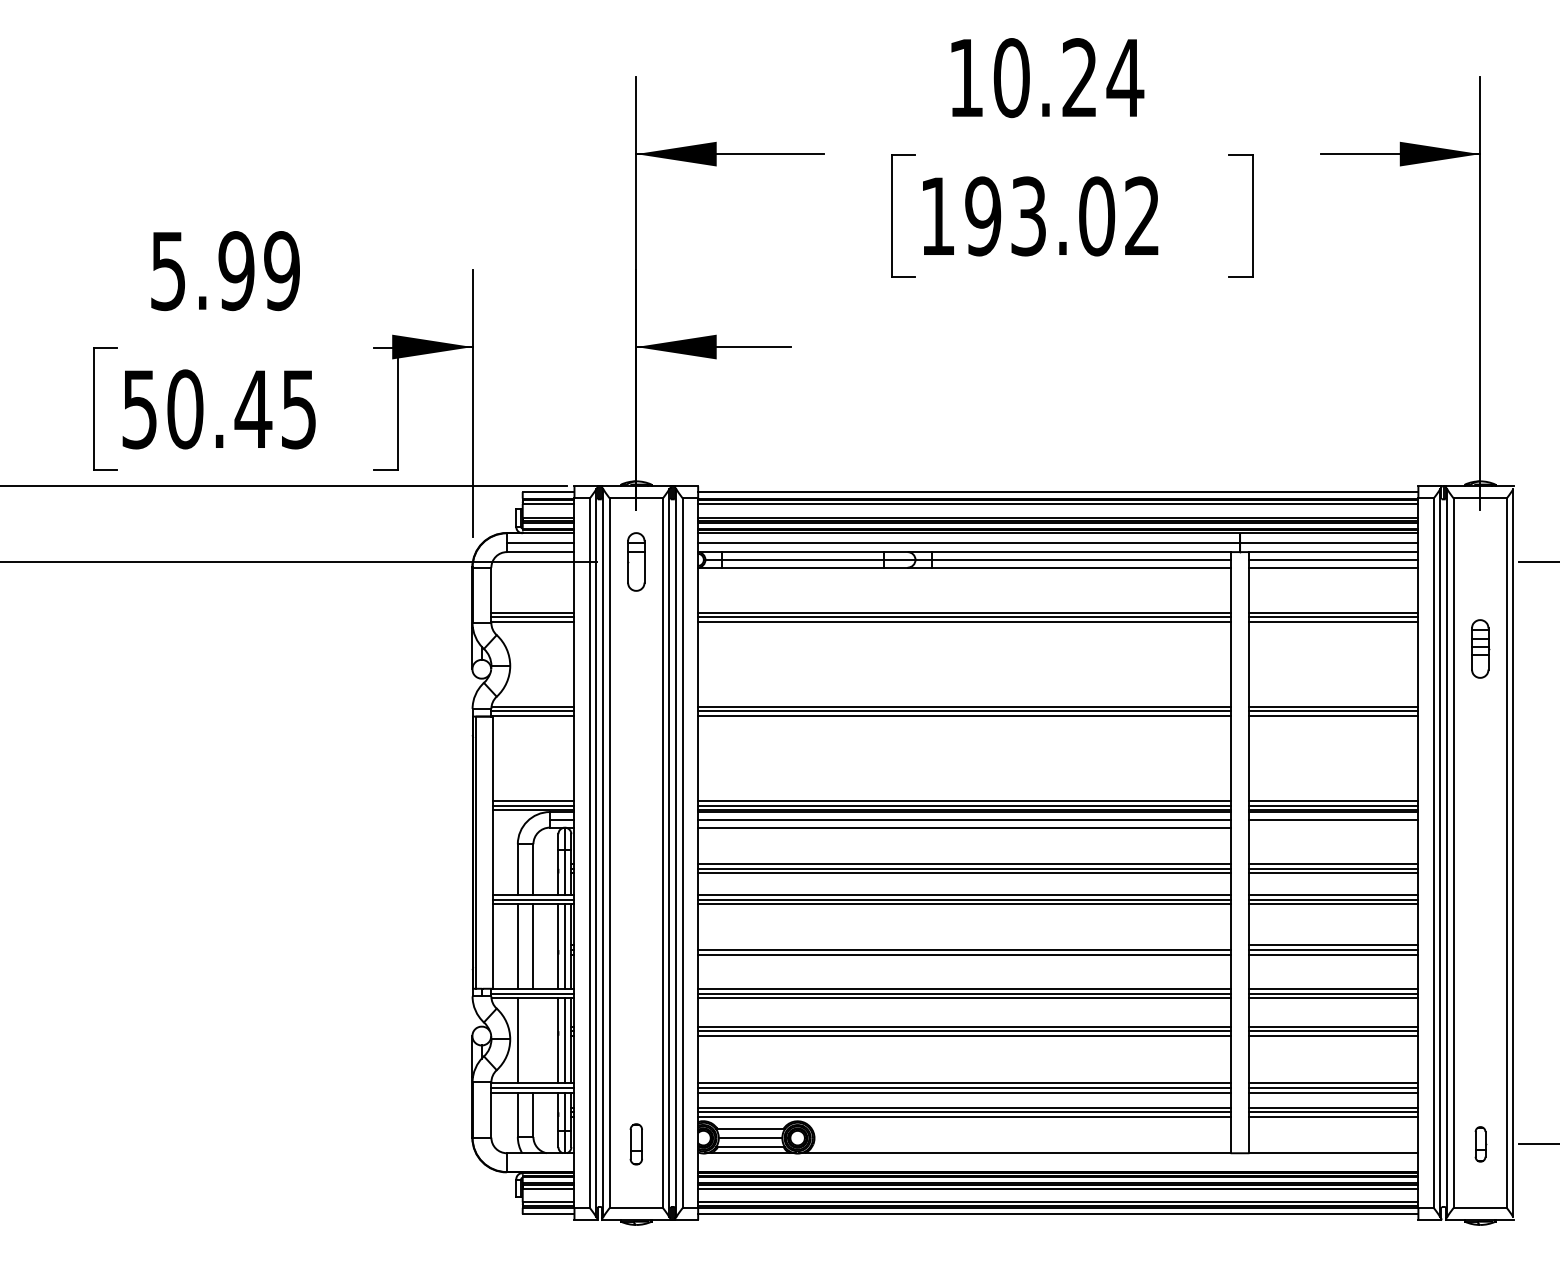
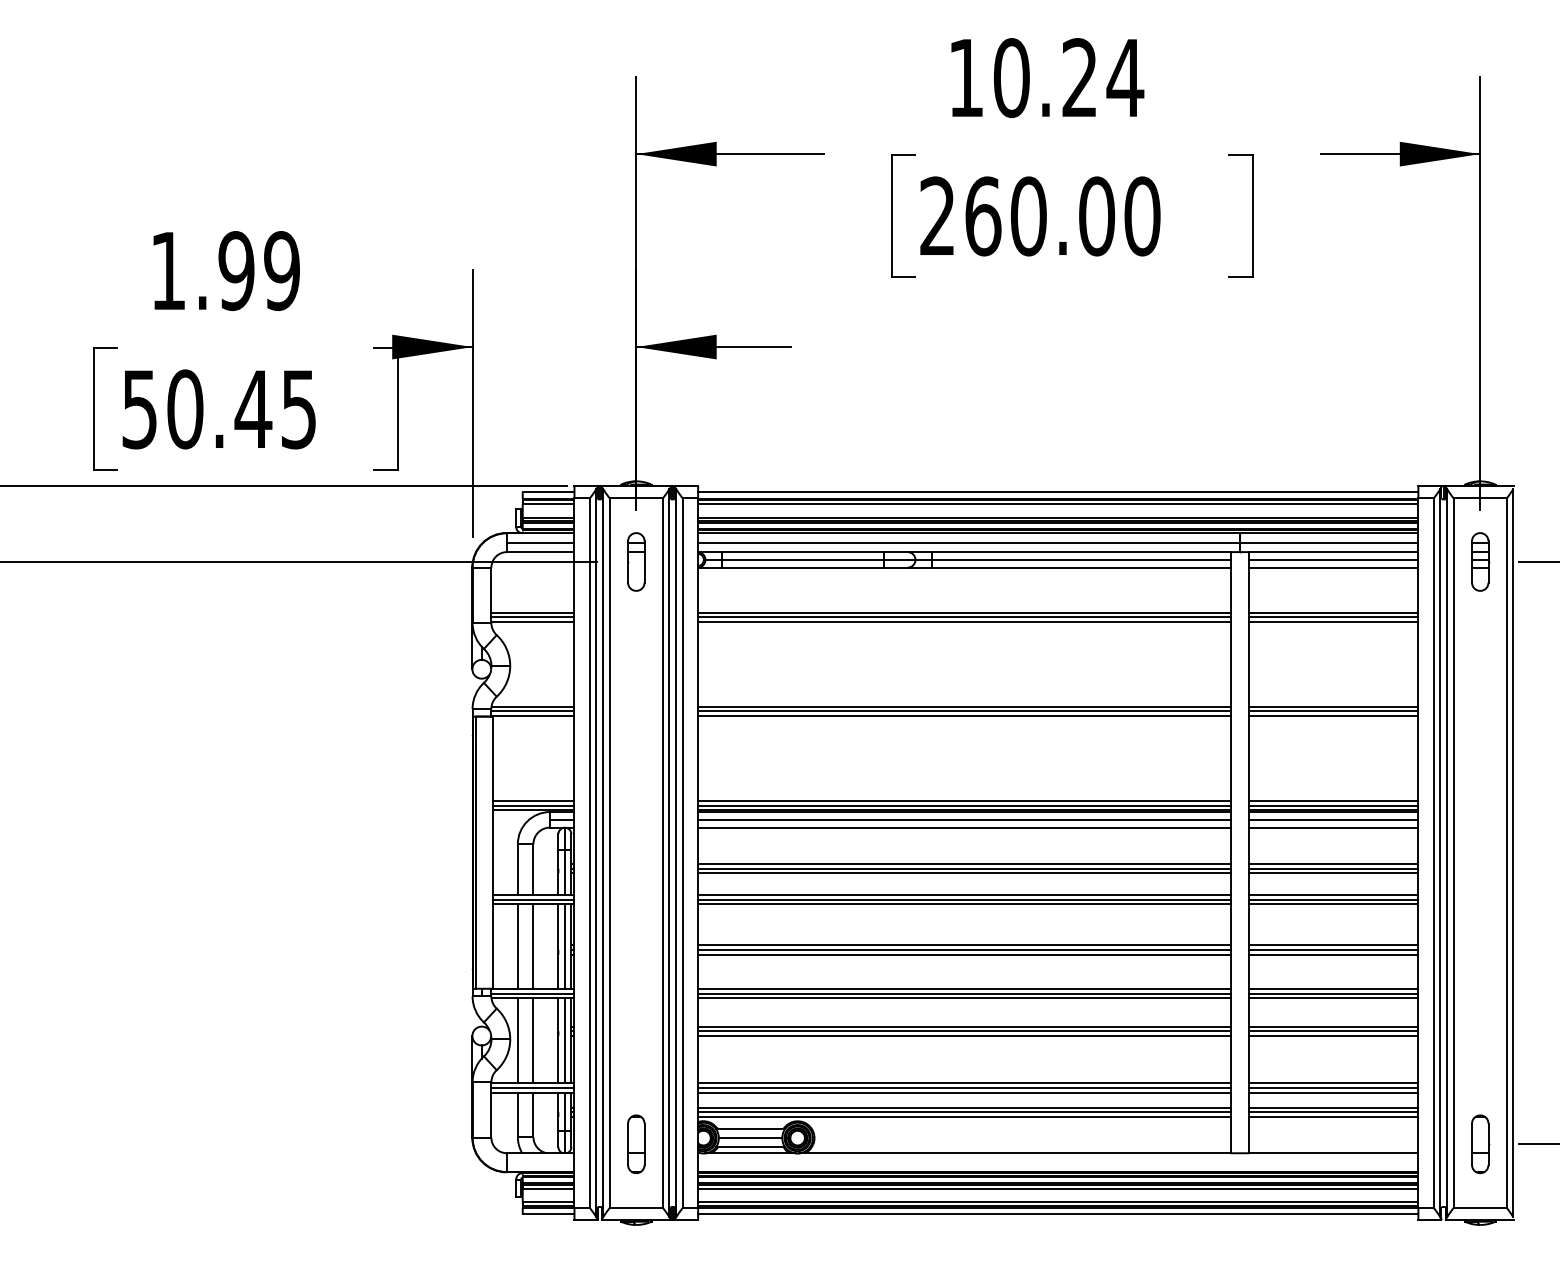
text at (1040, 216): 193.02 -> 260.00
text at (167, 271): 5.99 -> 1.99
part at (1480, 648) position: (1480, 648) -> (1480, 561)
line at (1333, 827): none -> present
line at (964, 945): none -> present
line at (533, 1040): none -> present
part at (635, 1144) size: 14x43 px -> 19x61 px
part at (1480, 1144) size: 14x37 px -> 20x61 px
